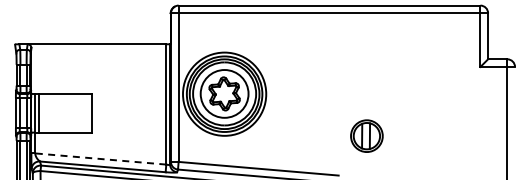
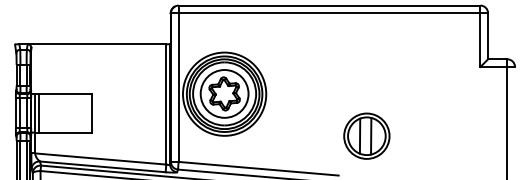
part at (366, 135) size: 34x34 px -> 48x48 px
line at (100, 159): dashed -> solid
